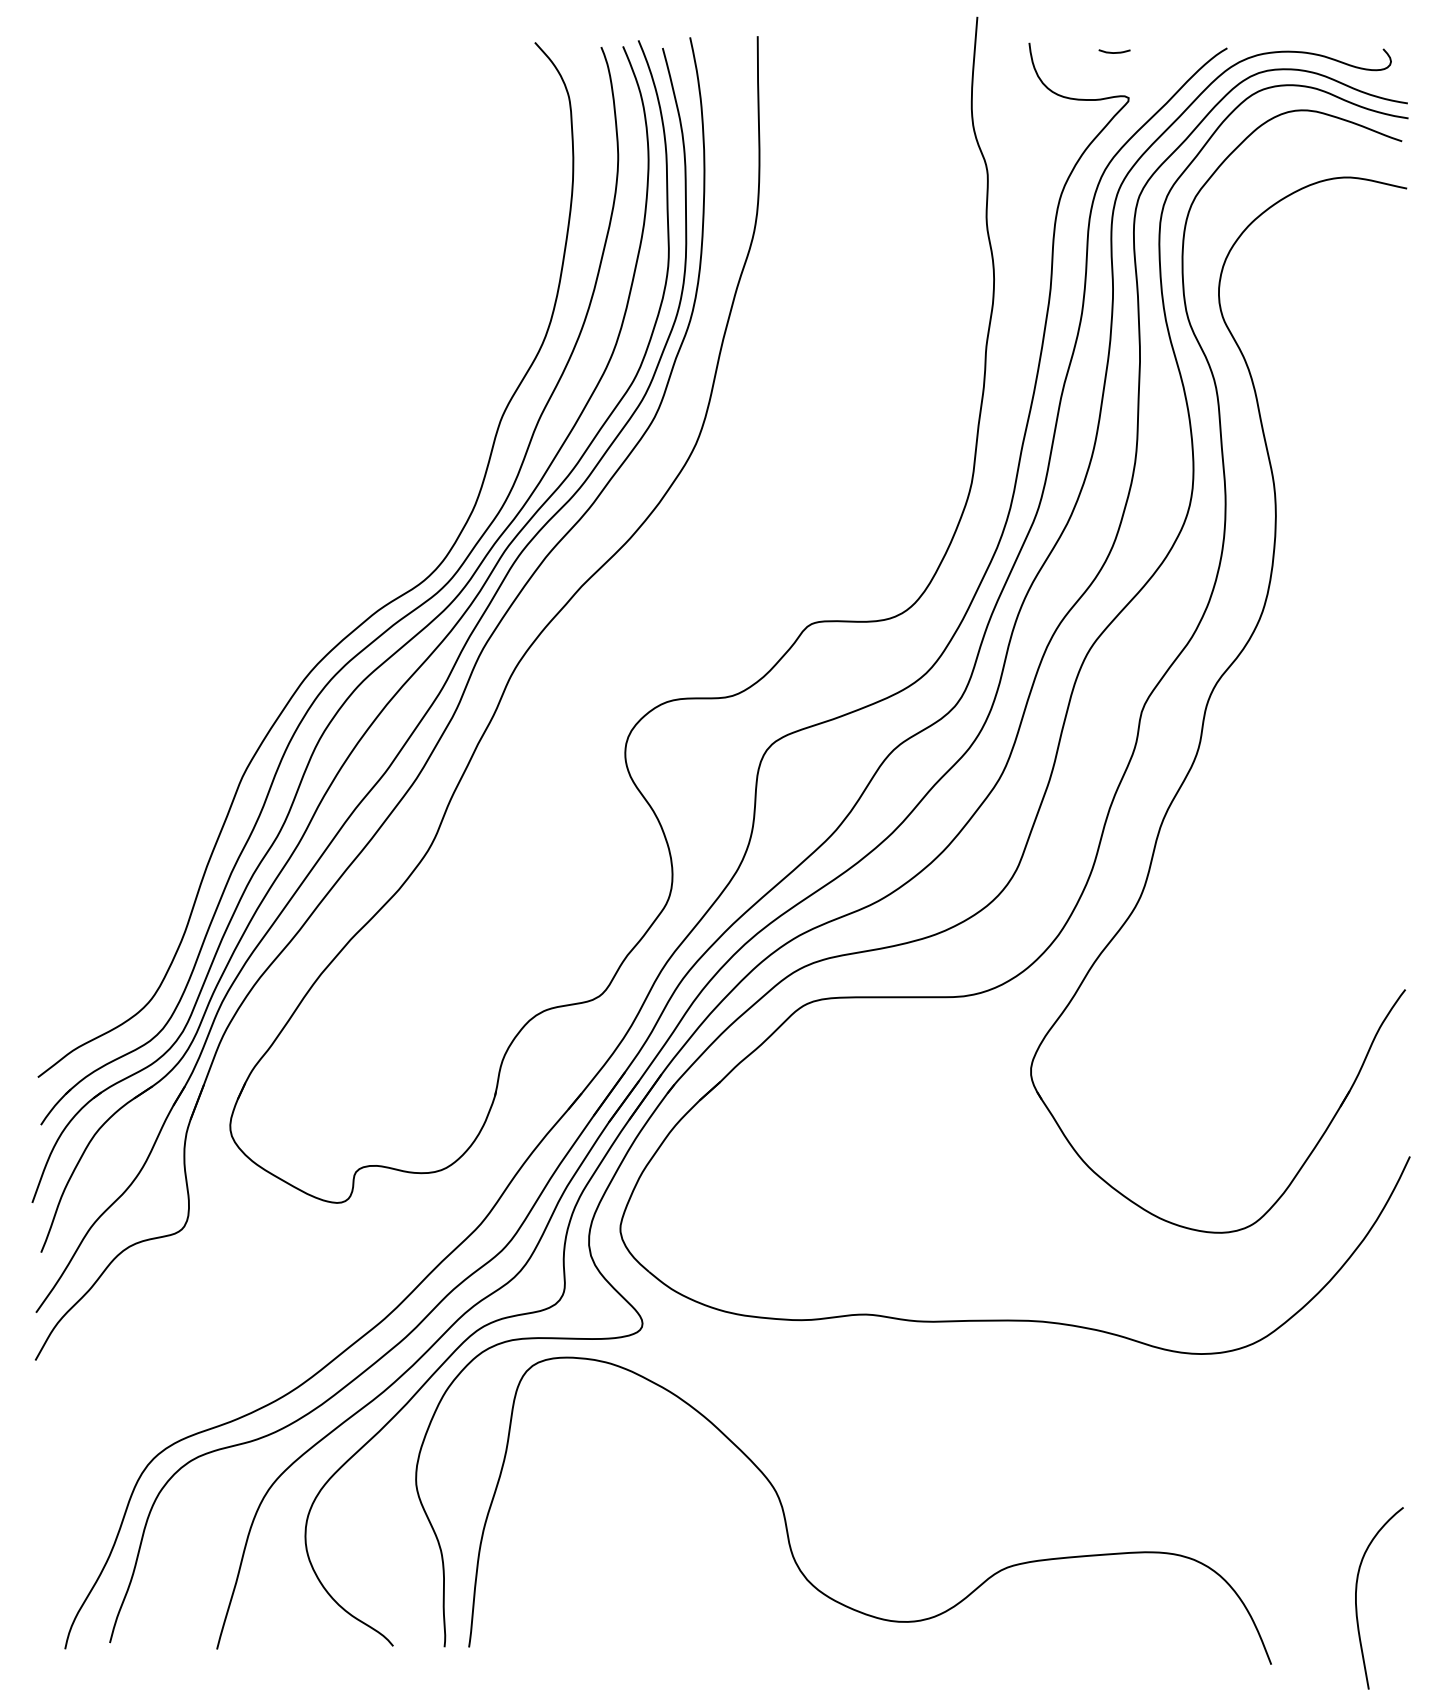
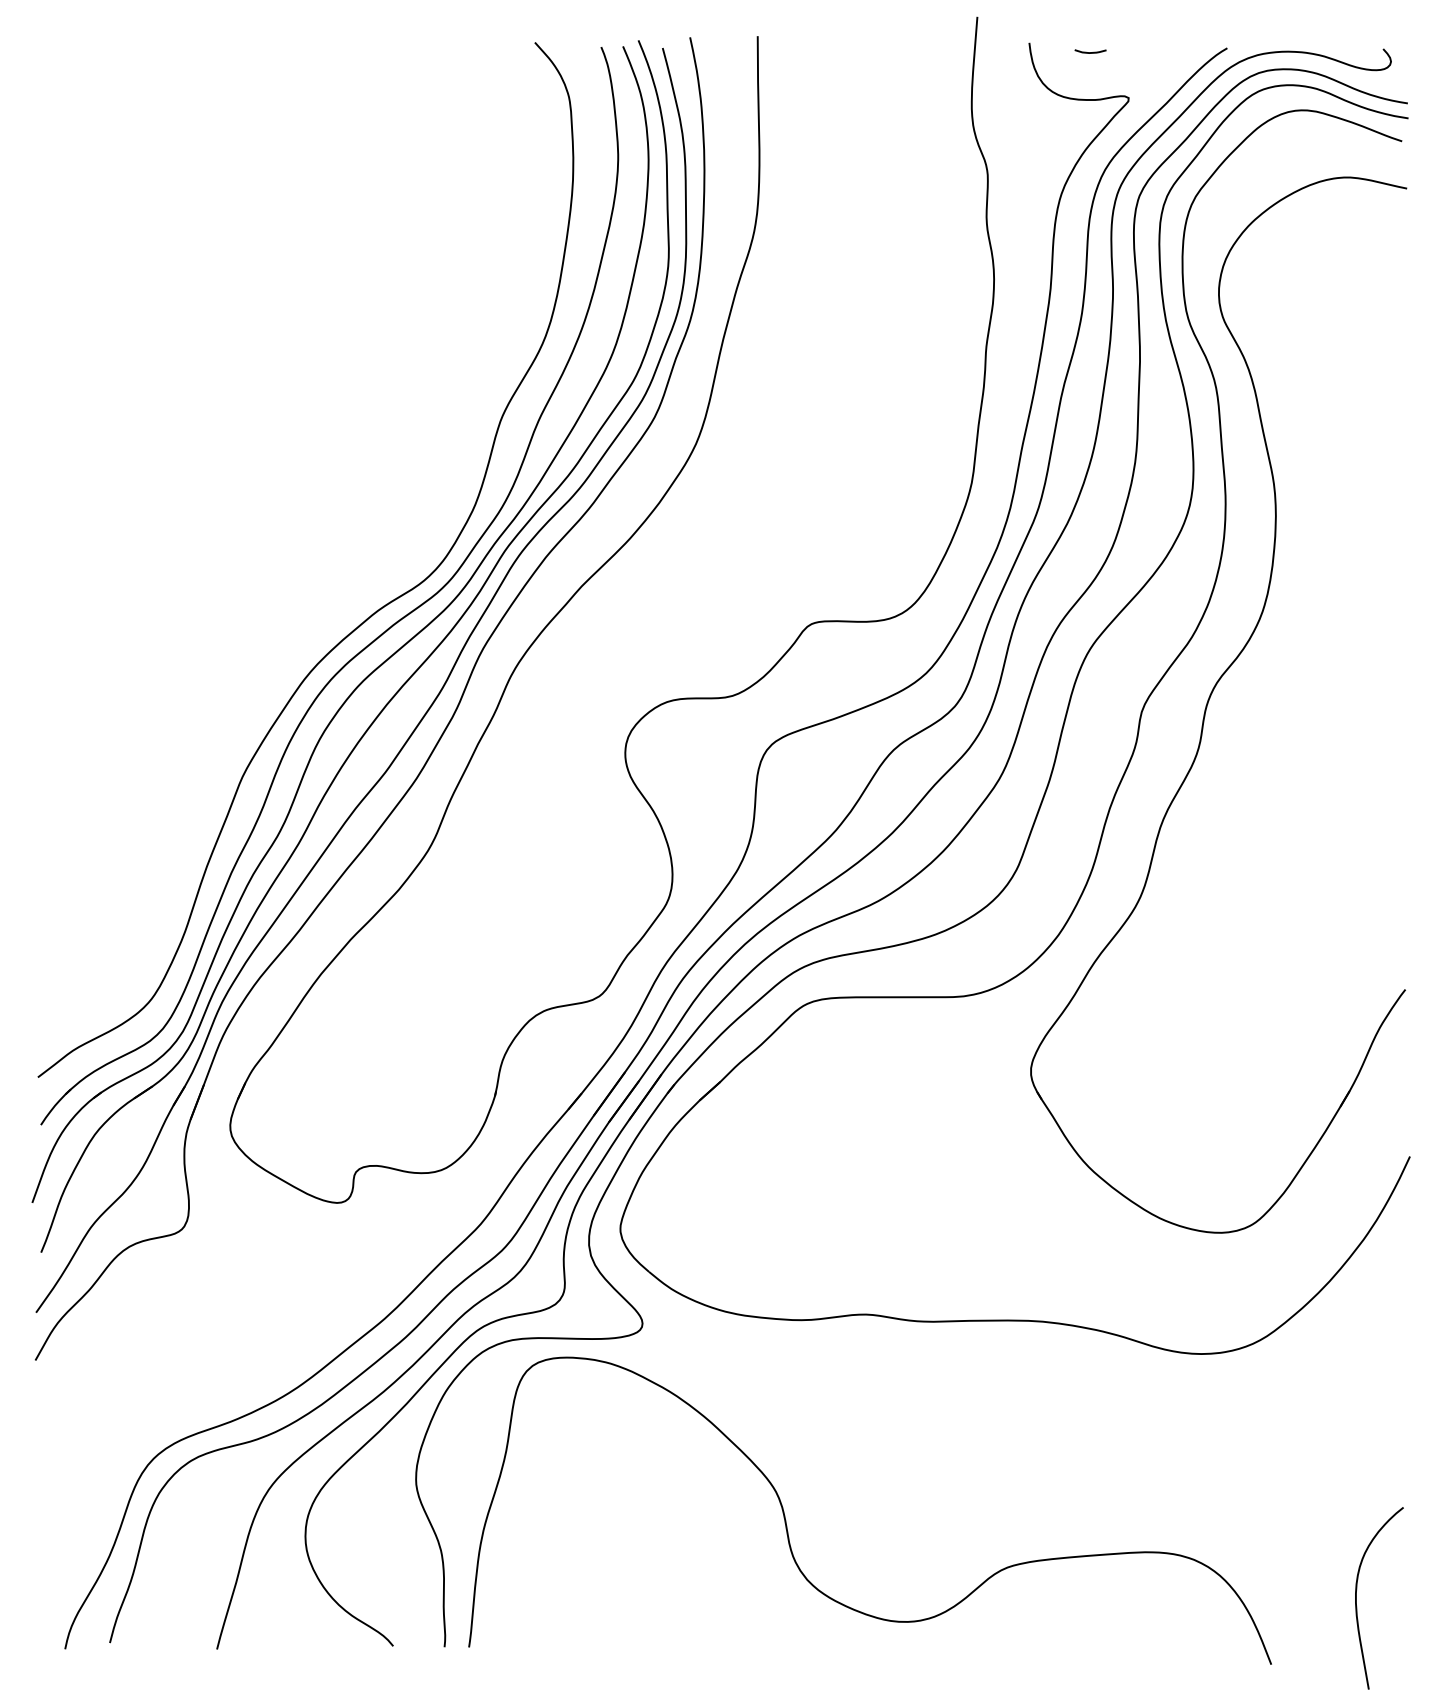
curve at (1114, 52) position: (1114, 52) -> (1090, 52)
